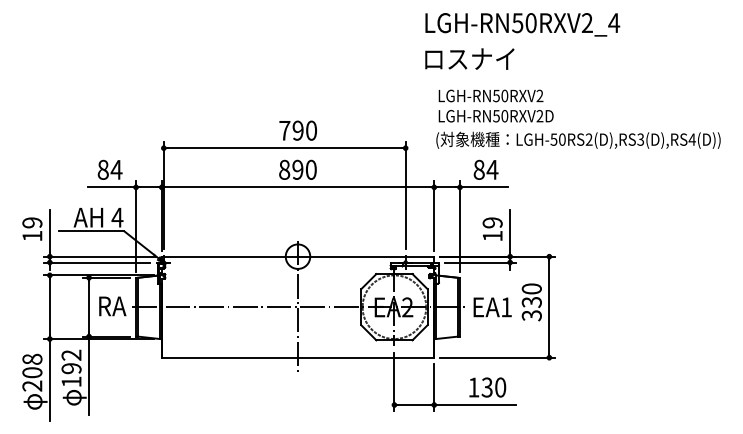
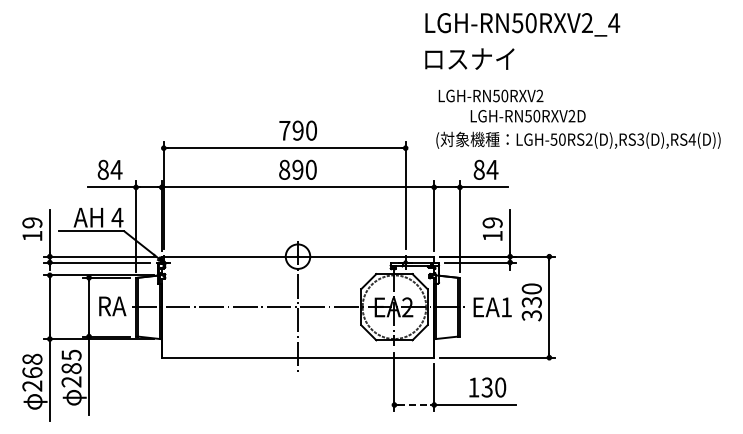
text at (495, 116) position: (495, 116) -> (527, 116)
text at (71, 368): 192 -> 285
text at (32, 372): 208 -> 268
line at (414, 405): solid -> dashed
